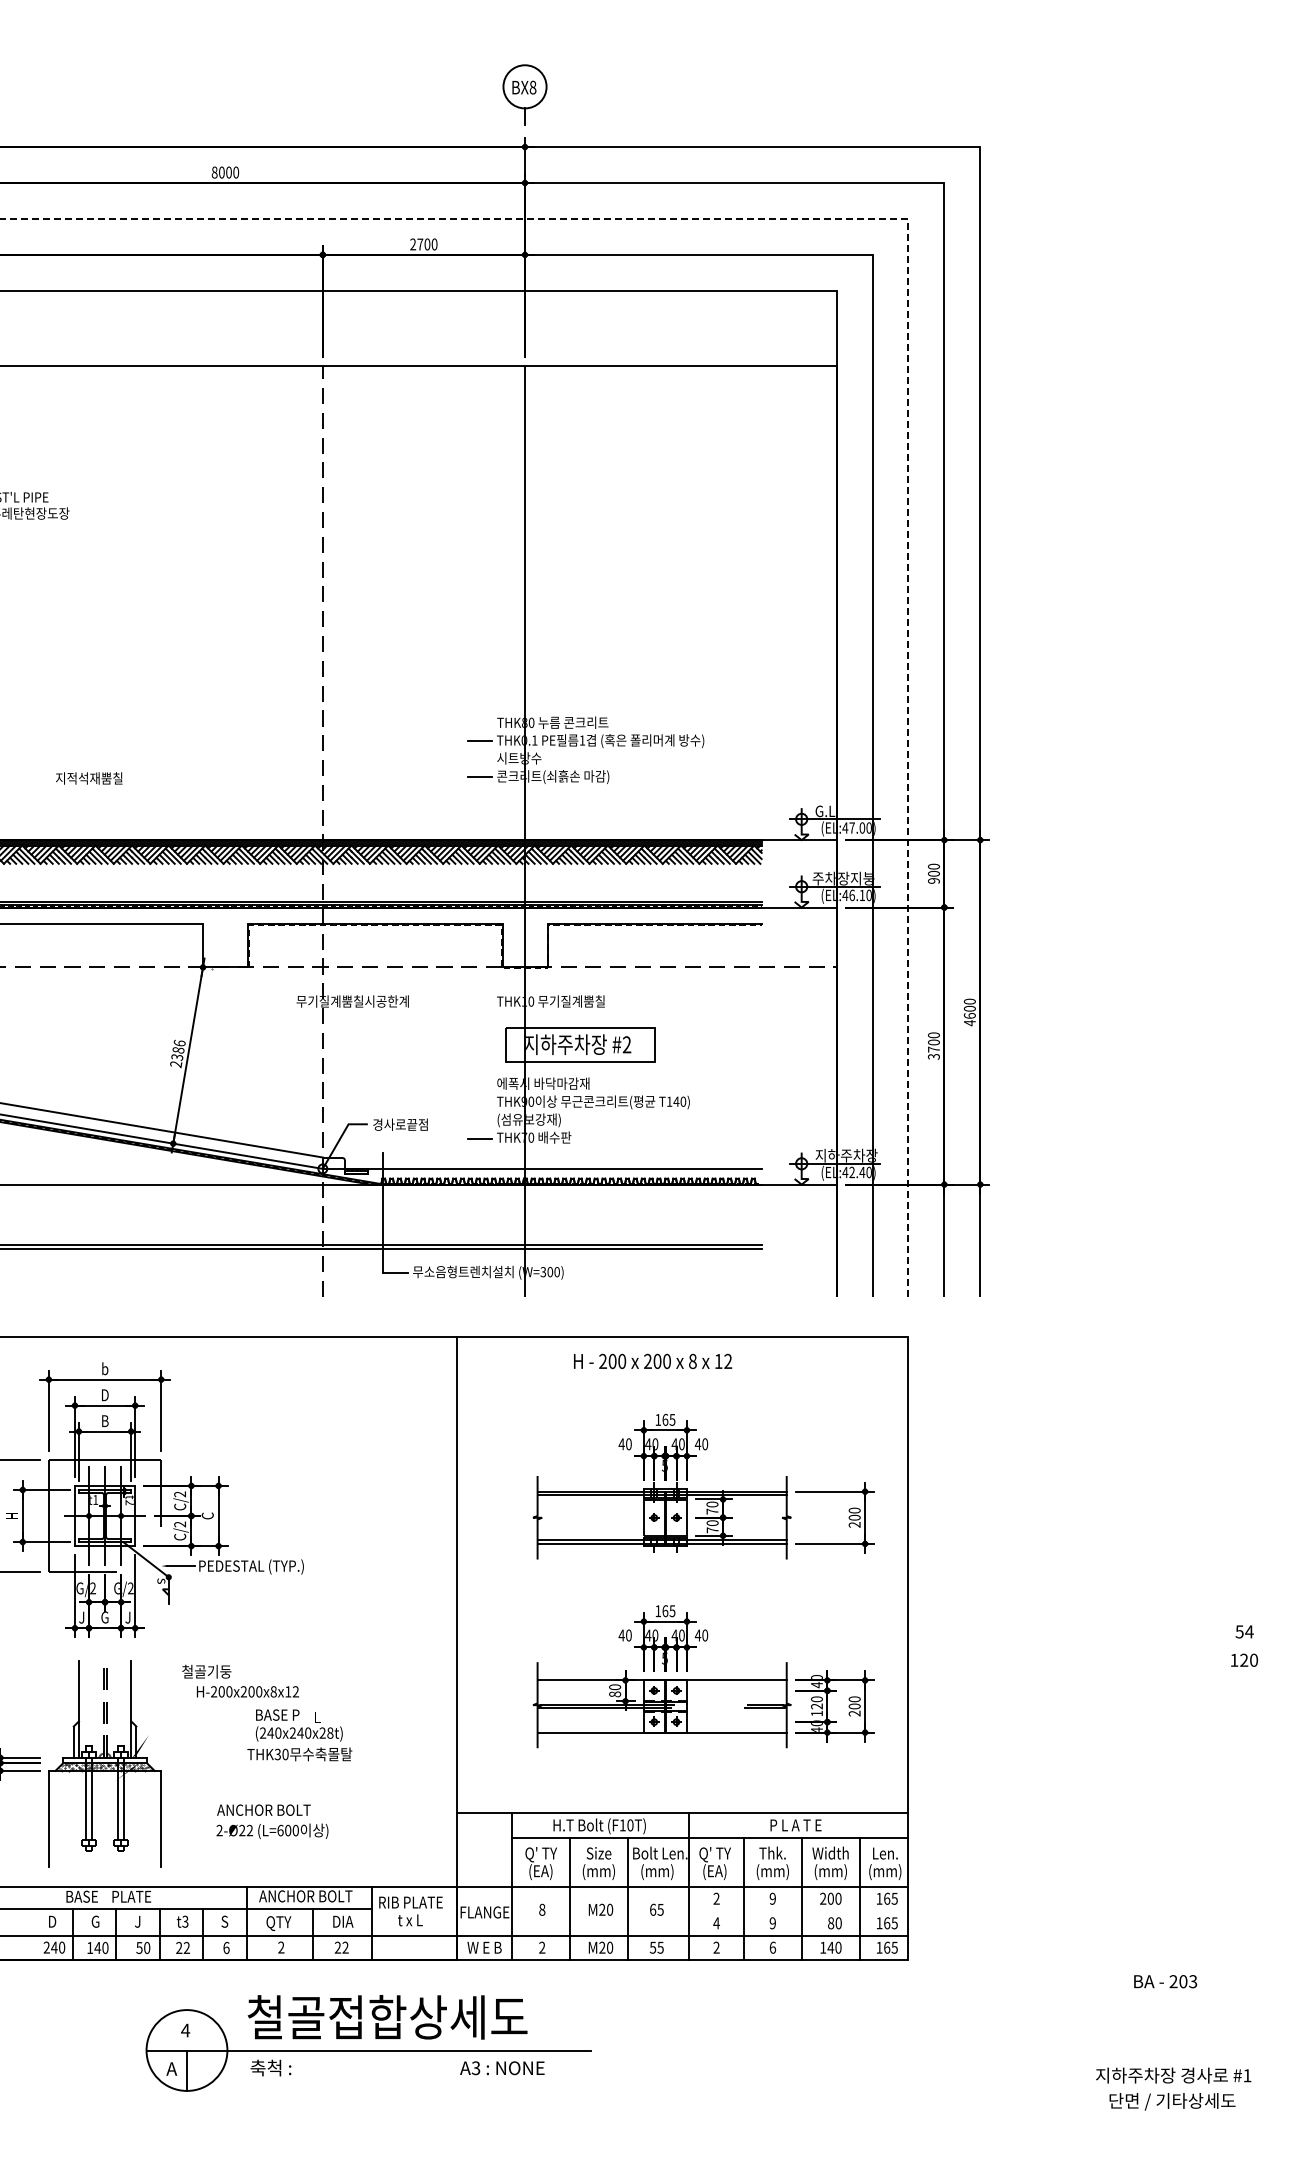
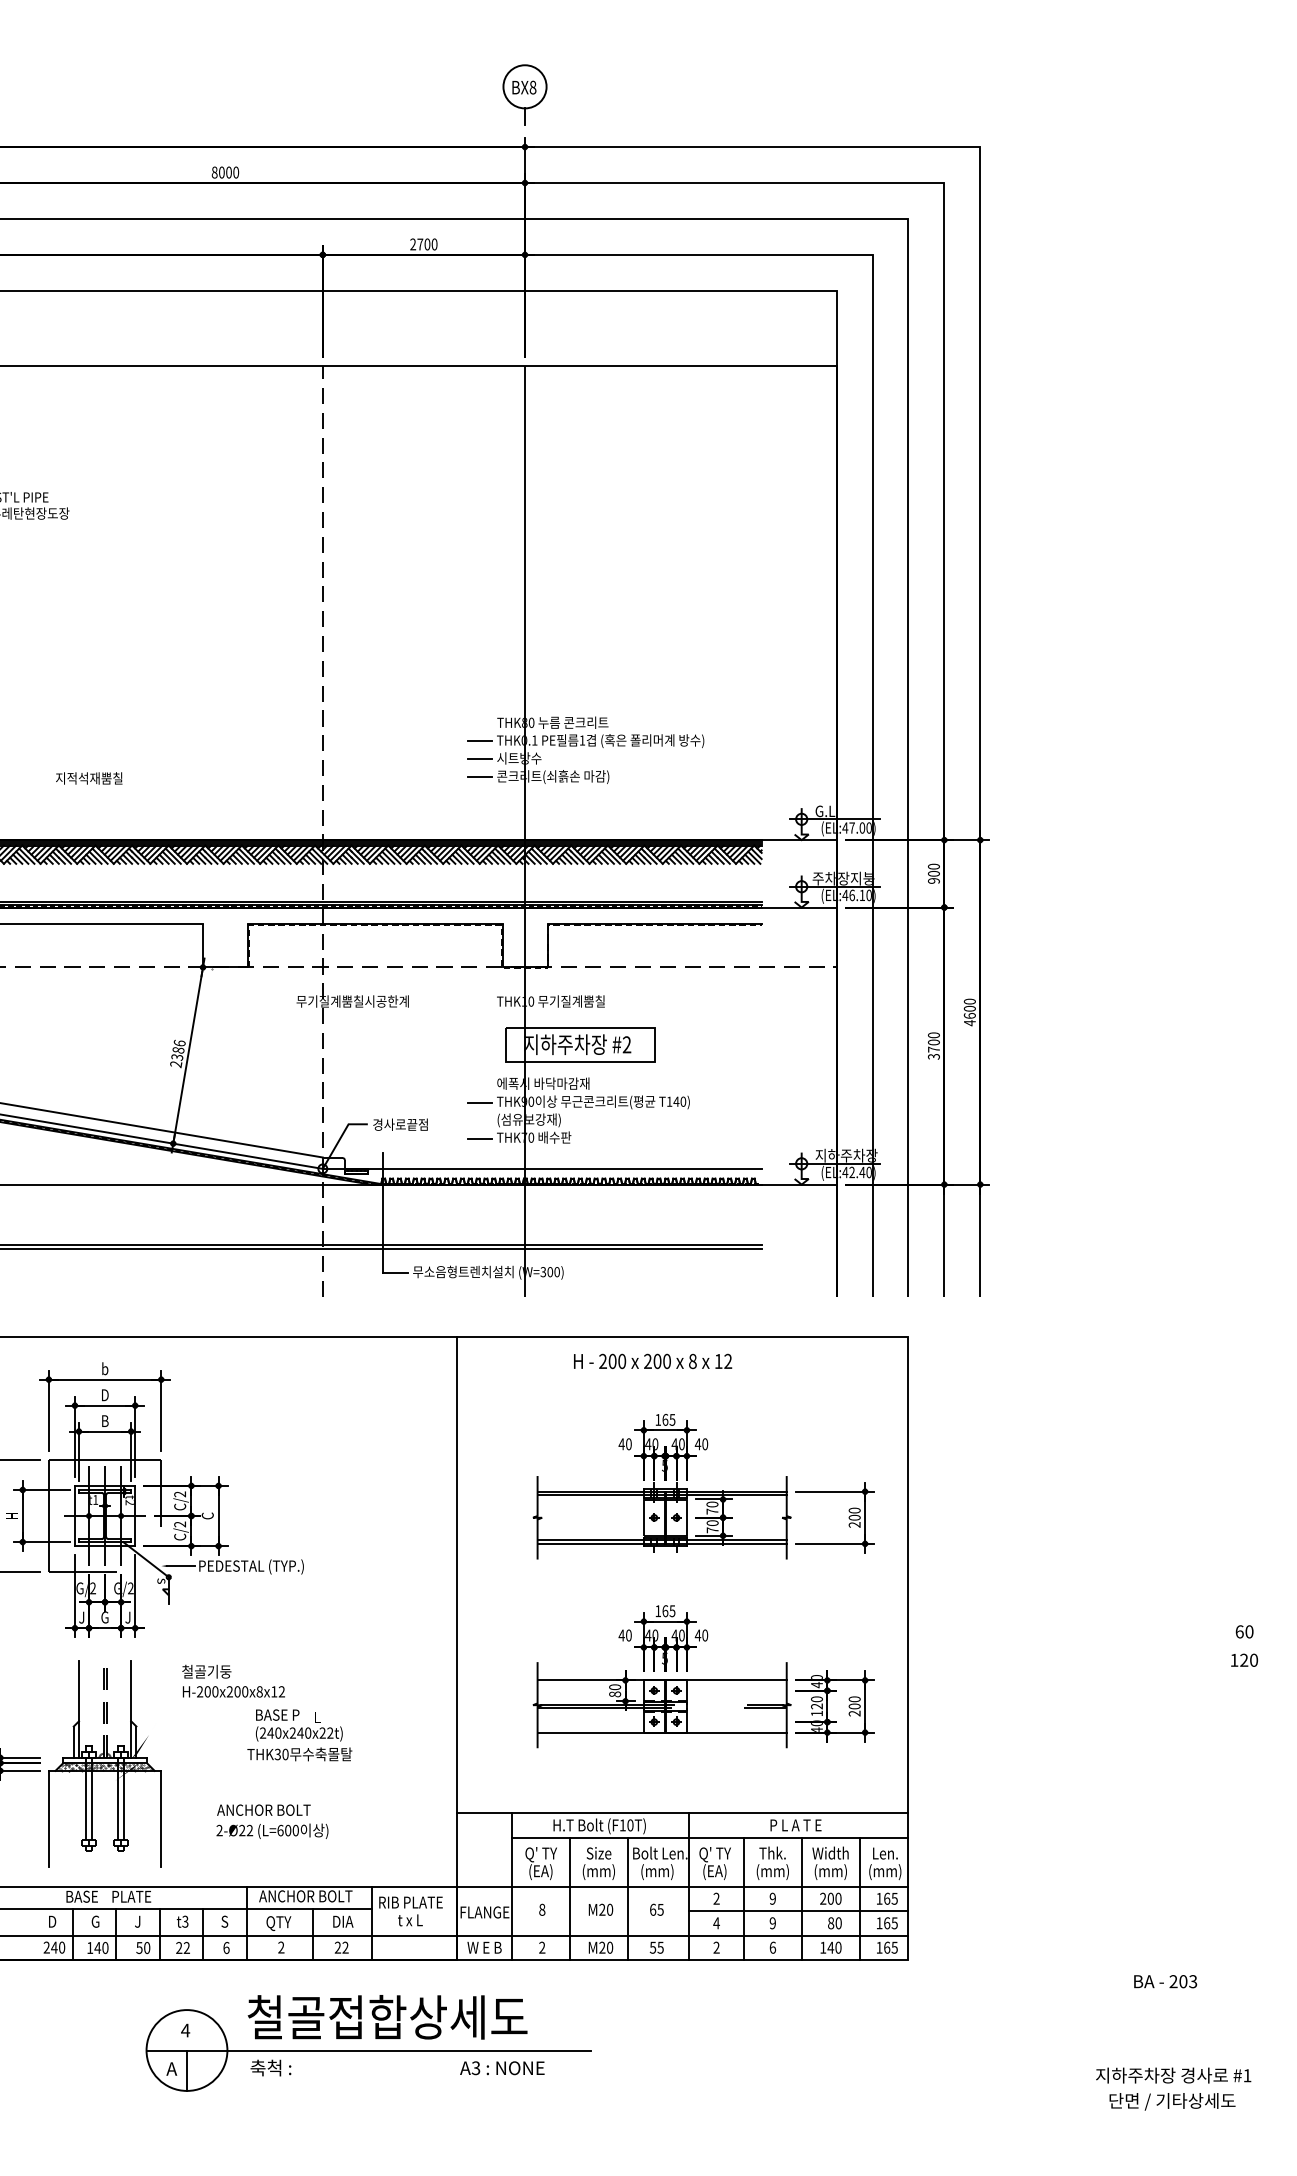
line at (908, 303): dashed -> solid
line at (479, 759): none -> present
line at (479, 1102): none -> present
text at (1244, 1631): 54 -> 60
text at (247, 1691) position: (247, 1691) -> (233, 1691)
text at (330, 1732): (240x240x28t) -> (240x240x22t)
line at (798, 1911): none -> present
